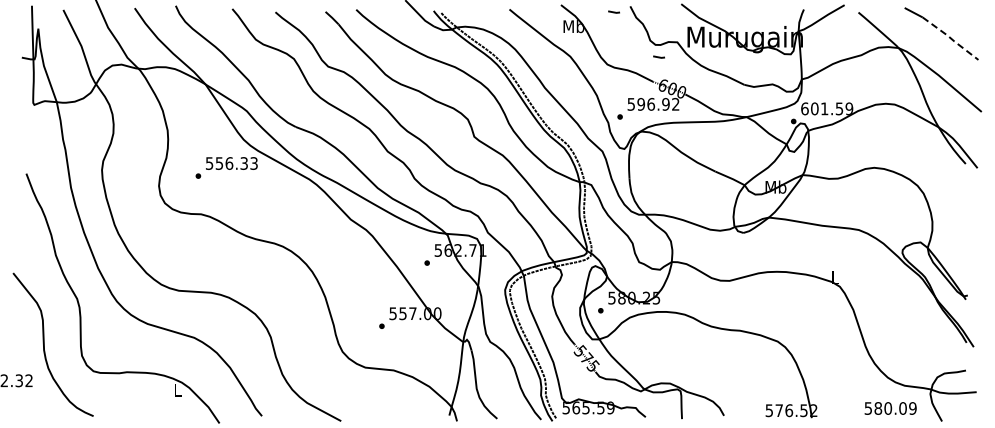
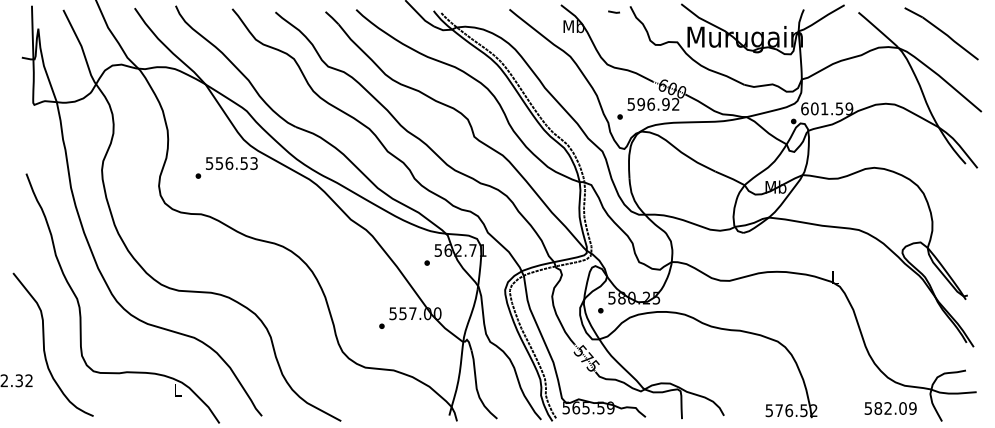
line at (950, 38): dashed -> solid
line at (658, 56): present -> none
text at (243, 163): 556.33 -> 556.53
text at (888, 408): 580.09 -> 582.09
